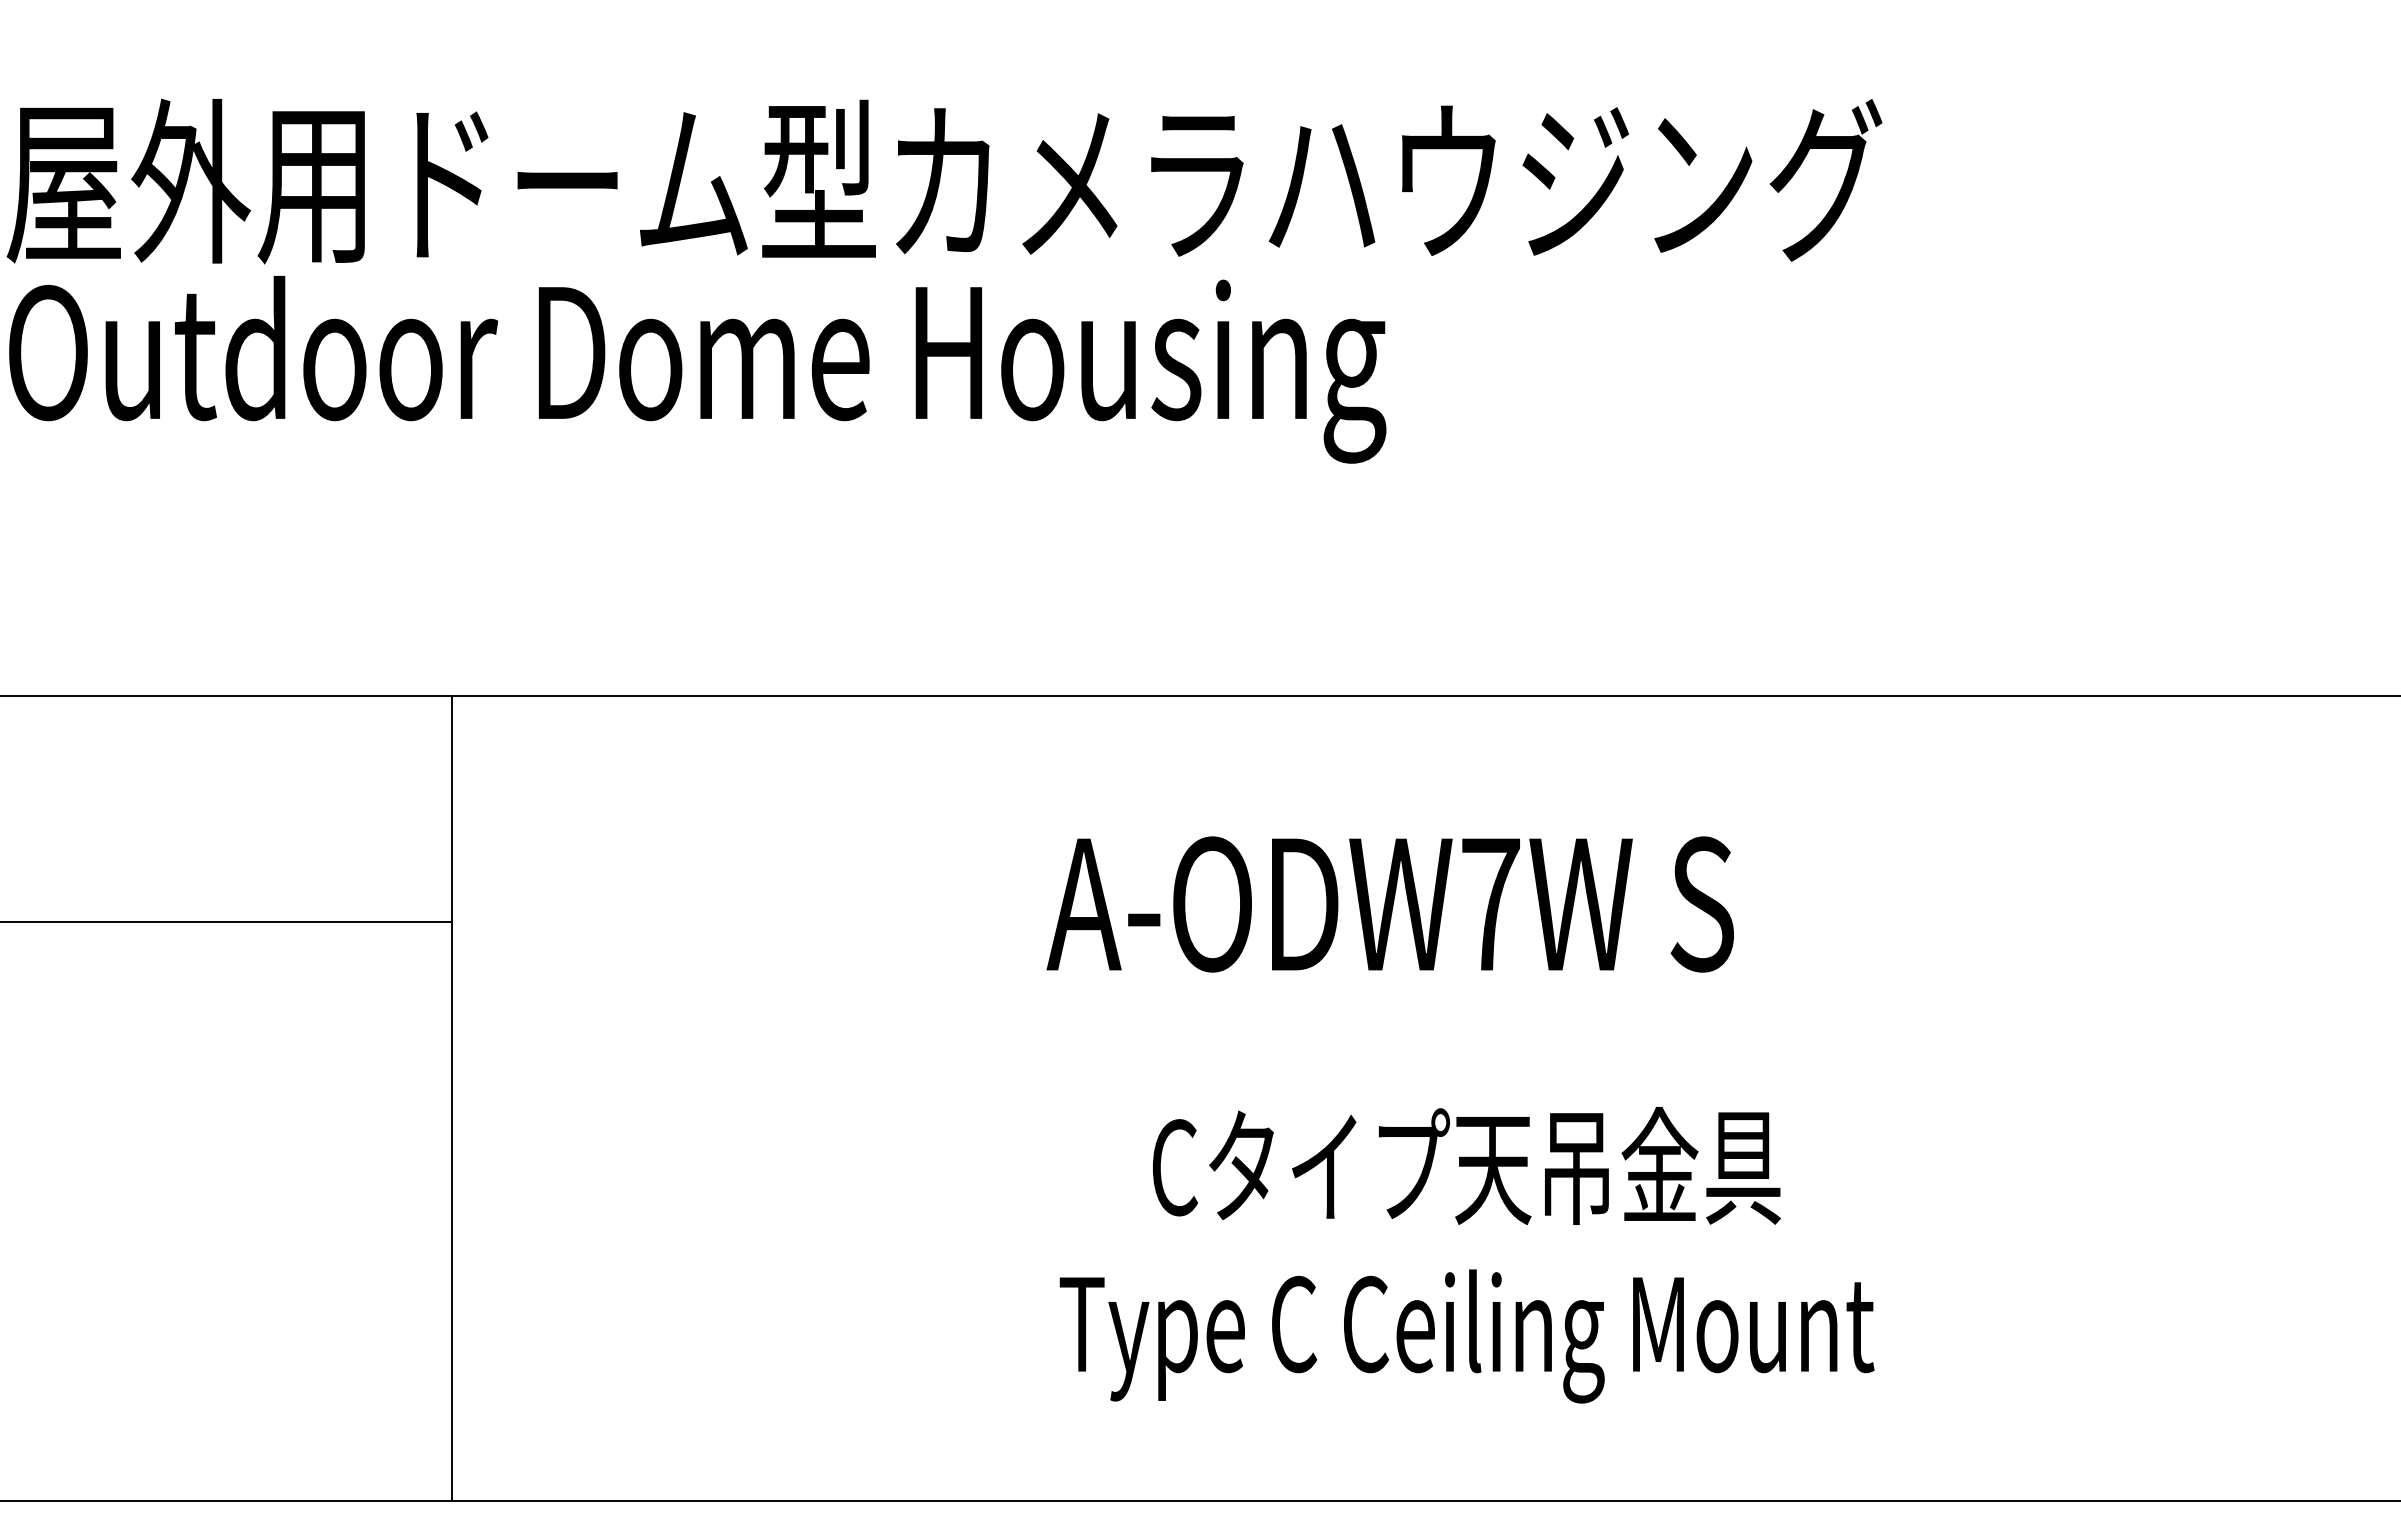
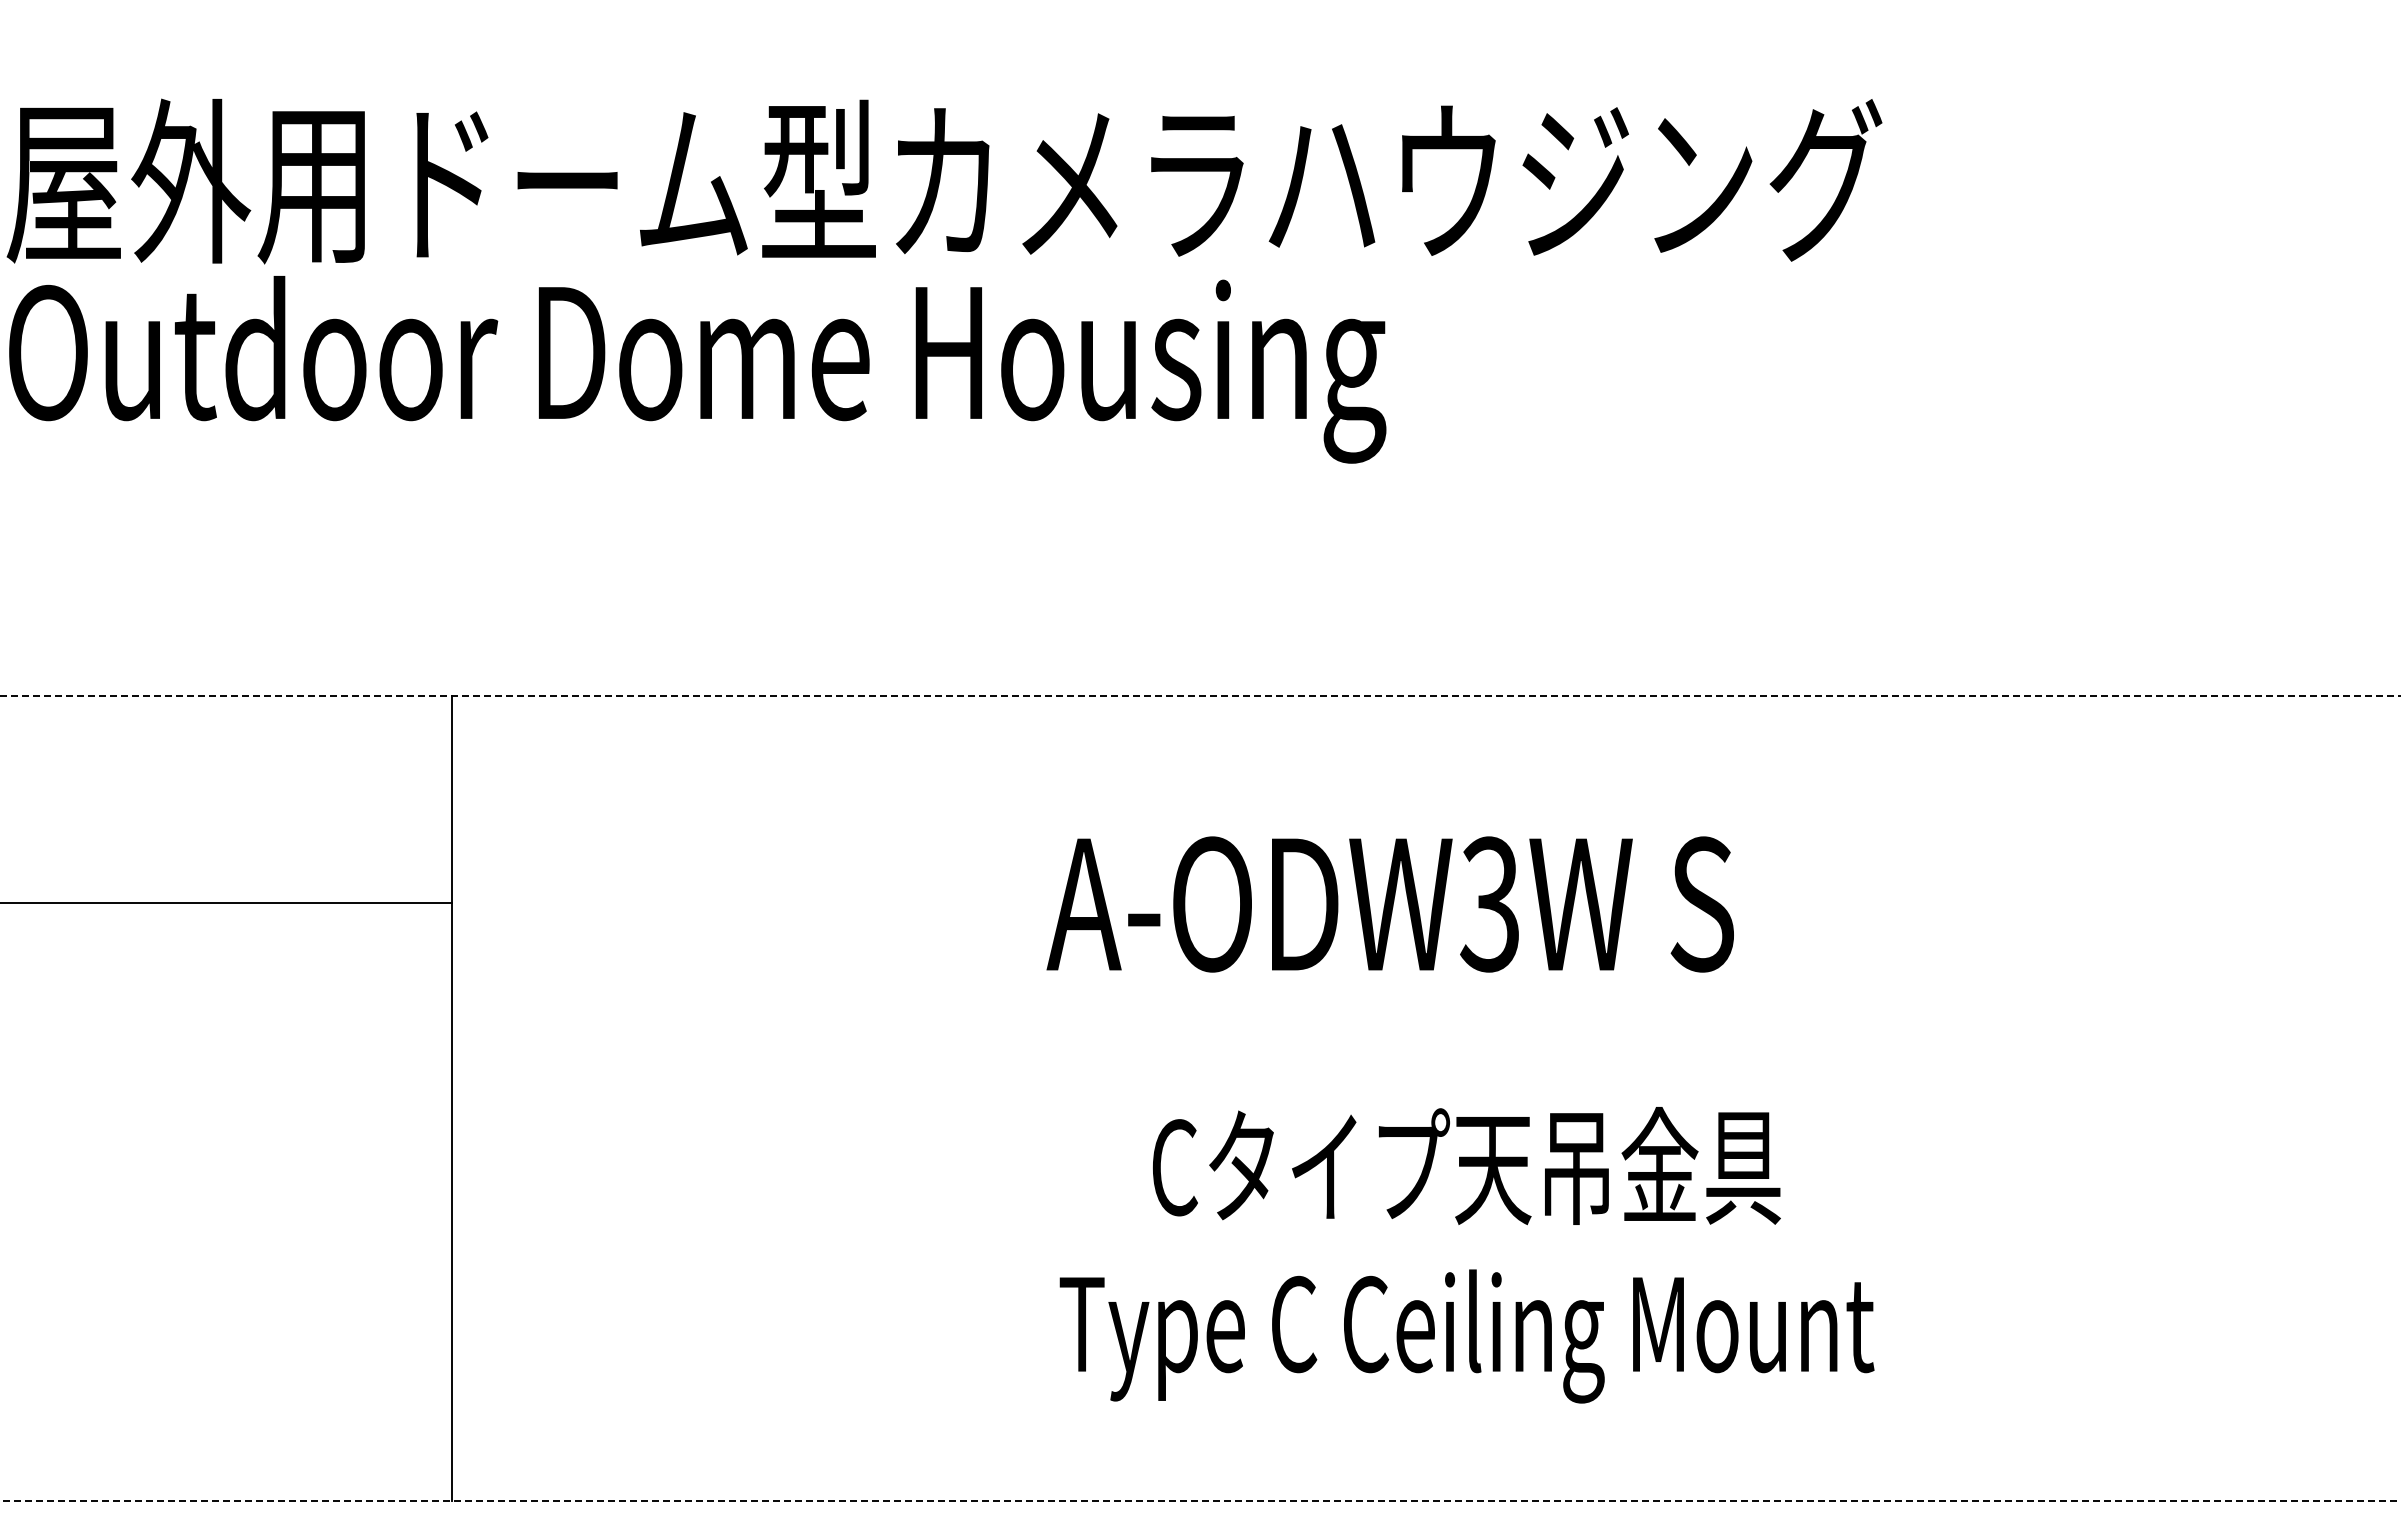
line at (1200, 696): solid -> dashed
text at (1489, 904): A-ODW7W -> A-ODW3W
line at (227, 921) position: (227, 921) -> (227, 902)
line at (1200, 1501): solid -> dashed
